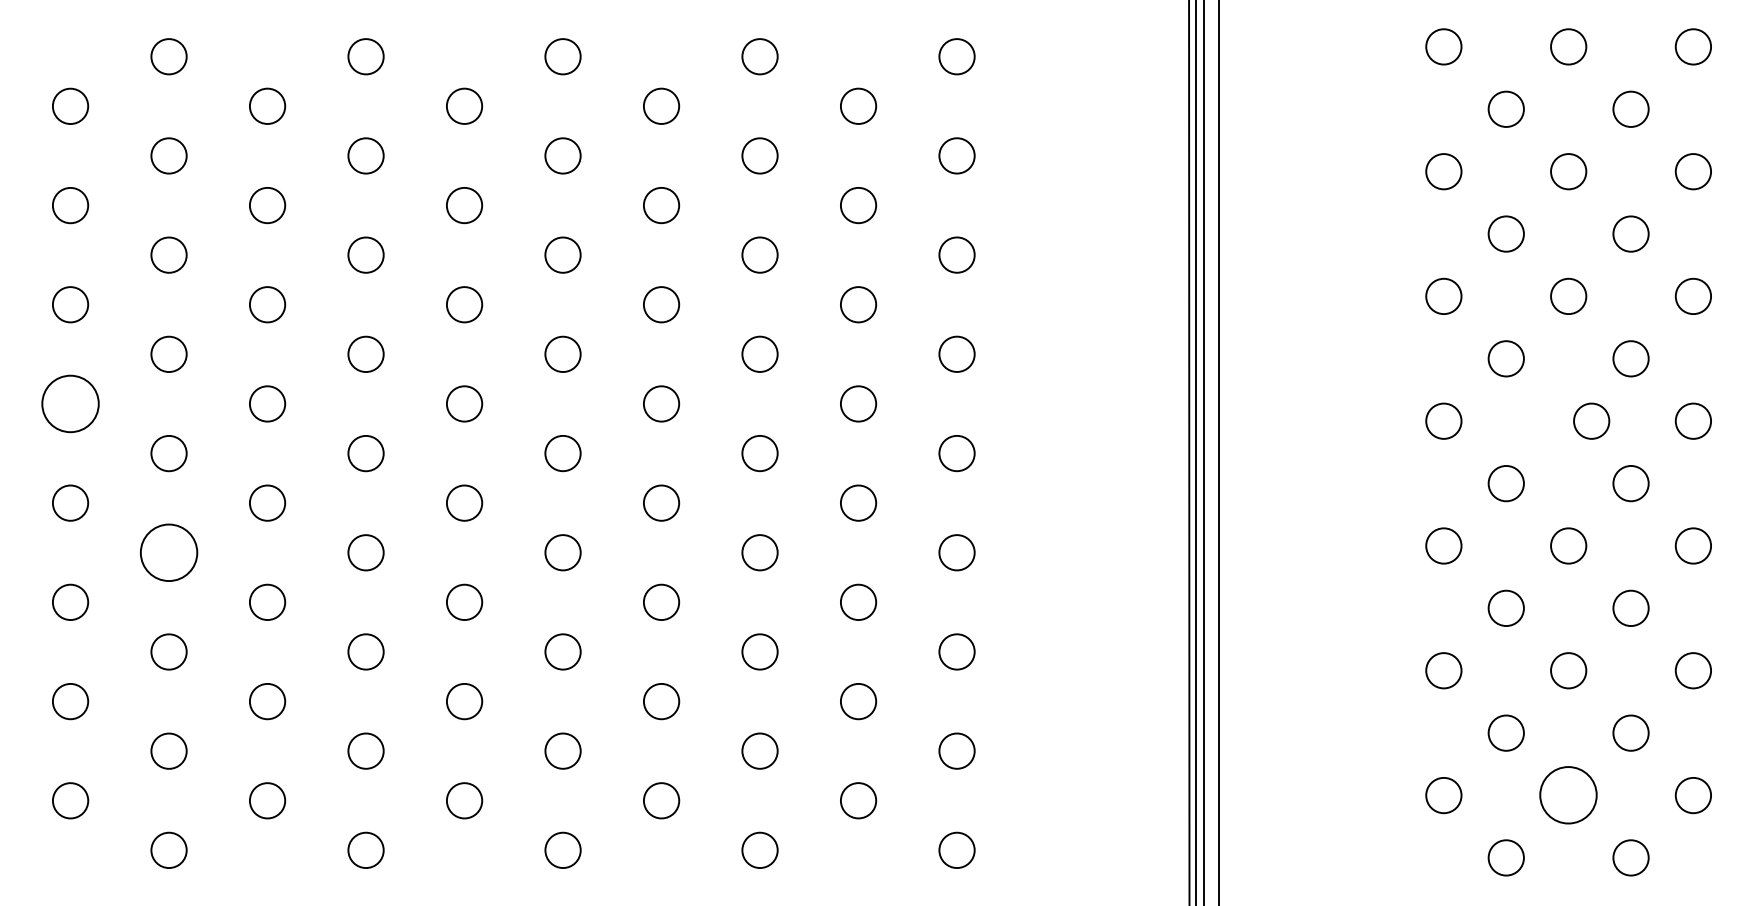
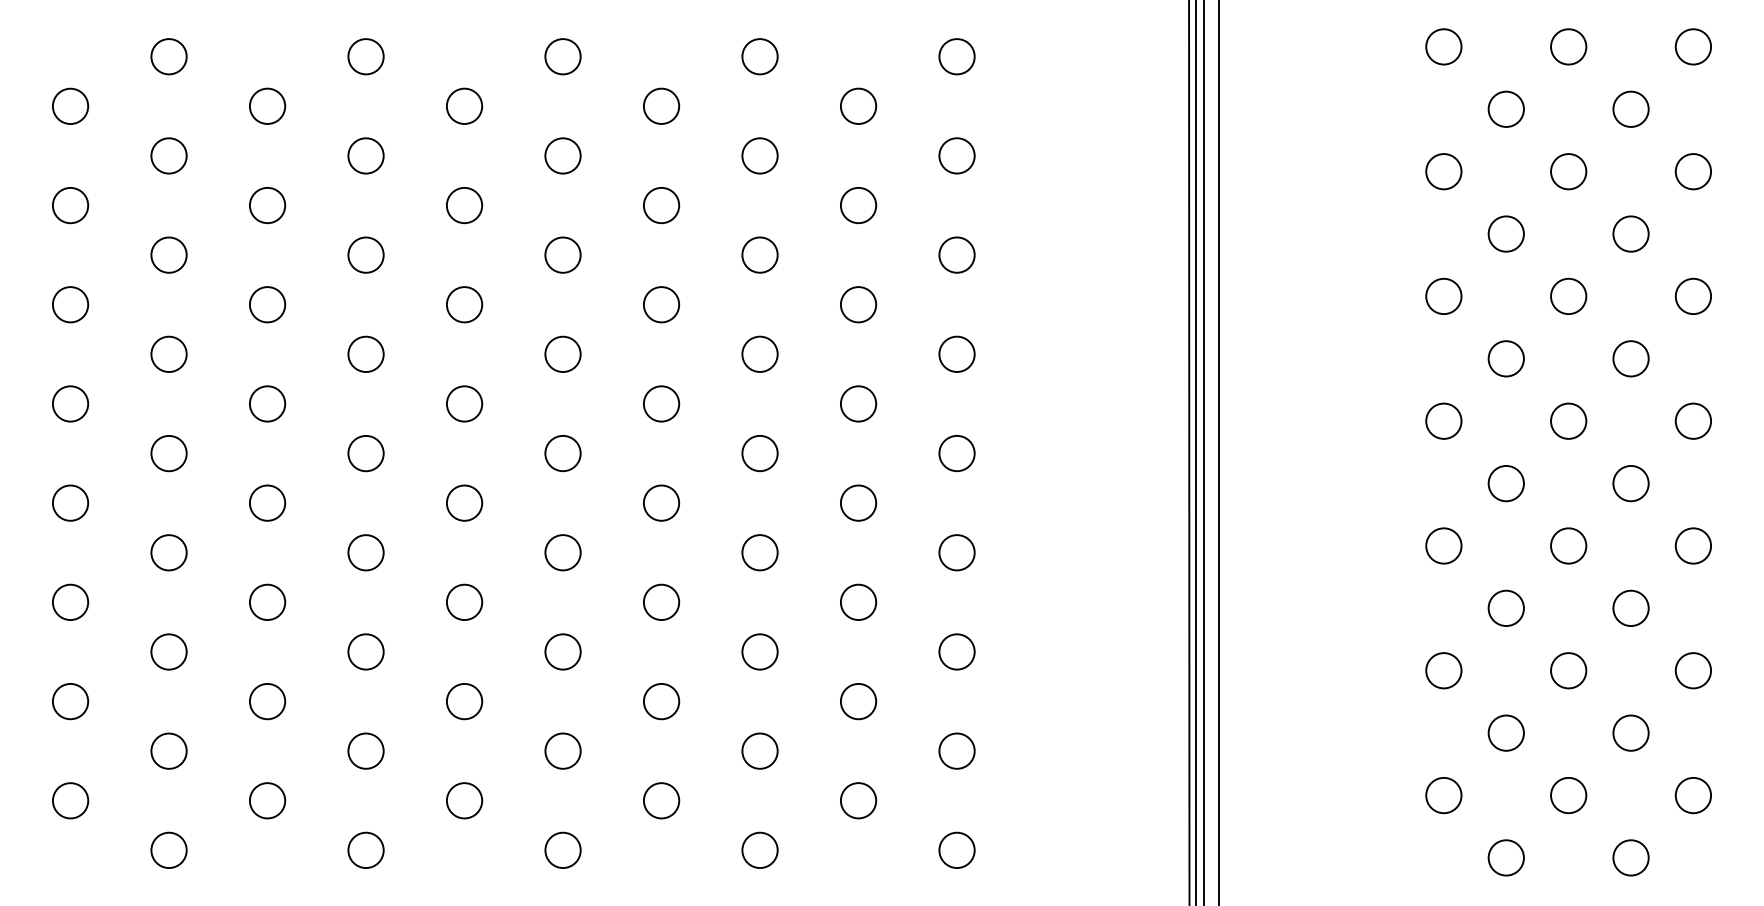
circle at (70, 403) diameter: 56 px -> 35 px
circle at (1591, 420) position: (1591, 420) -> (1568, 420)
circle at (168, 552) diameter: 56 px -> 35 px
circle at (1568, 795) size: 59x59 px -> 38x38 px
